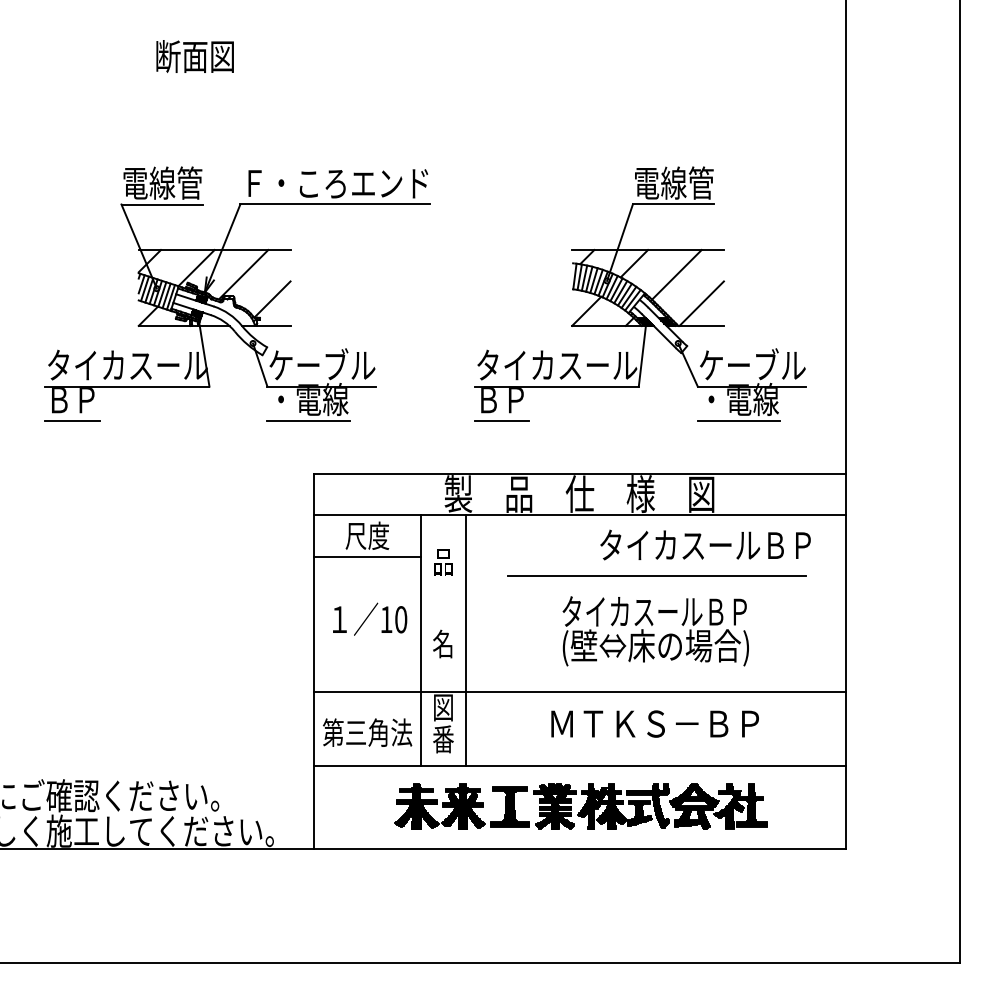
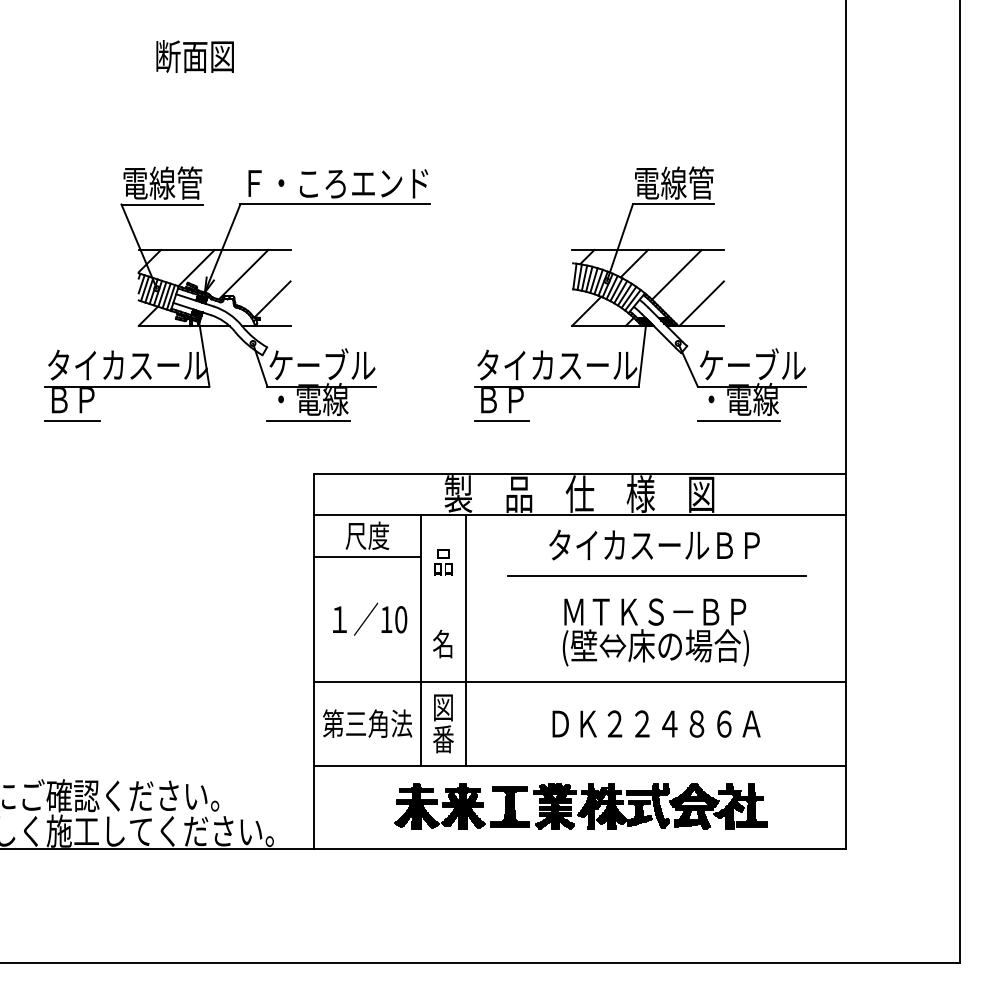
text at (705, 544) position: (705, 544) -> (654, 544)
text at (654, 611): タイカスールＢＰ -> ＭＴＫＳ－ＢＰ
line at (579, 692) position: (579, 692) -> (579, 682)
text at (655, 723): ＭＴＫＳ－ＢＰ -> ＤＫ２２４８６Ａ
text at (367, 732) position: (367, 732) -> (367, 723)
